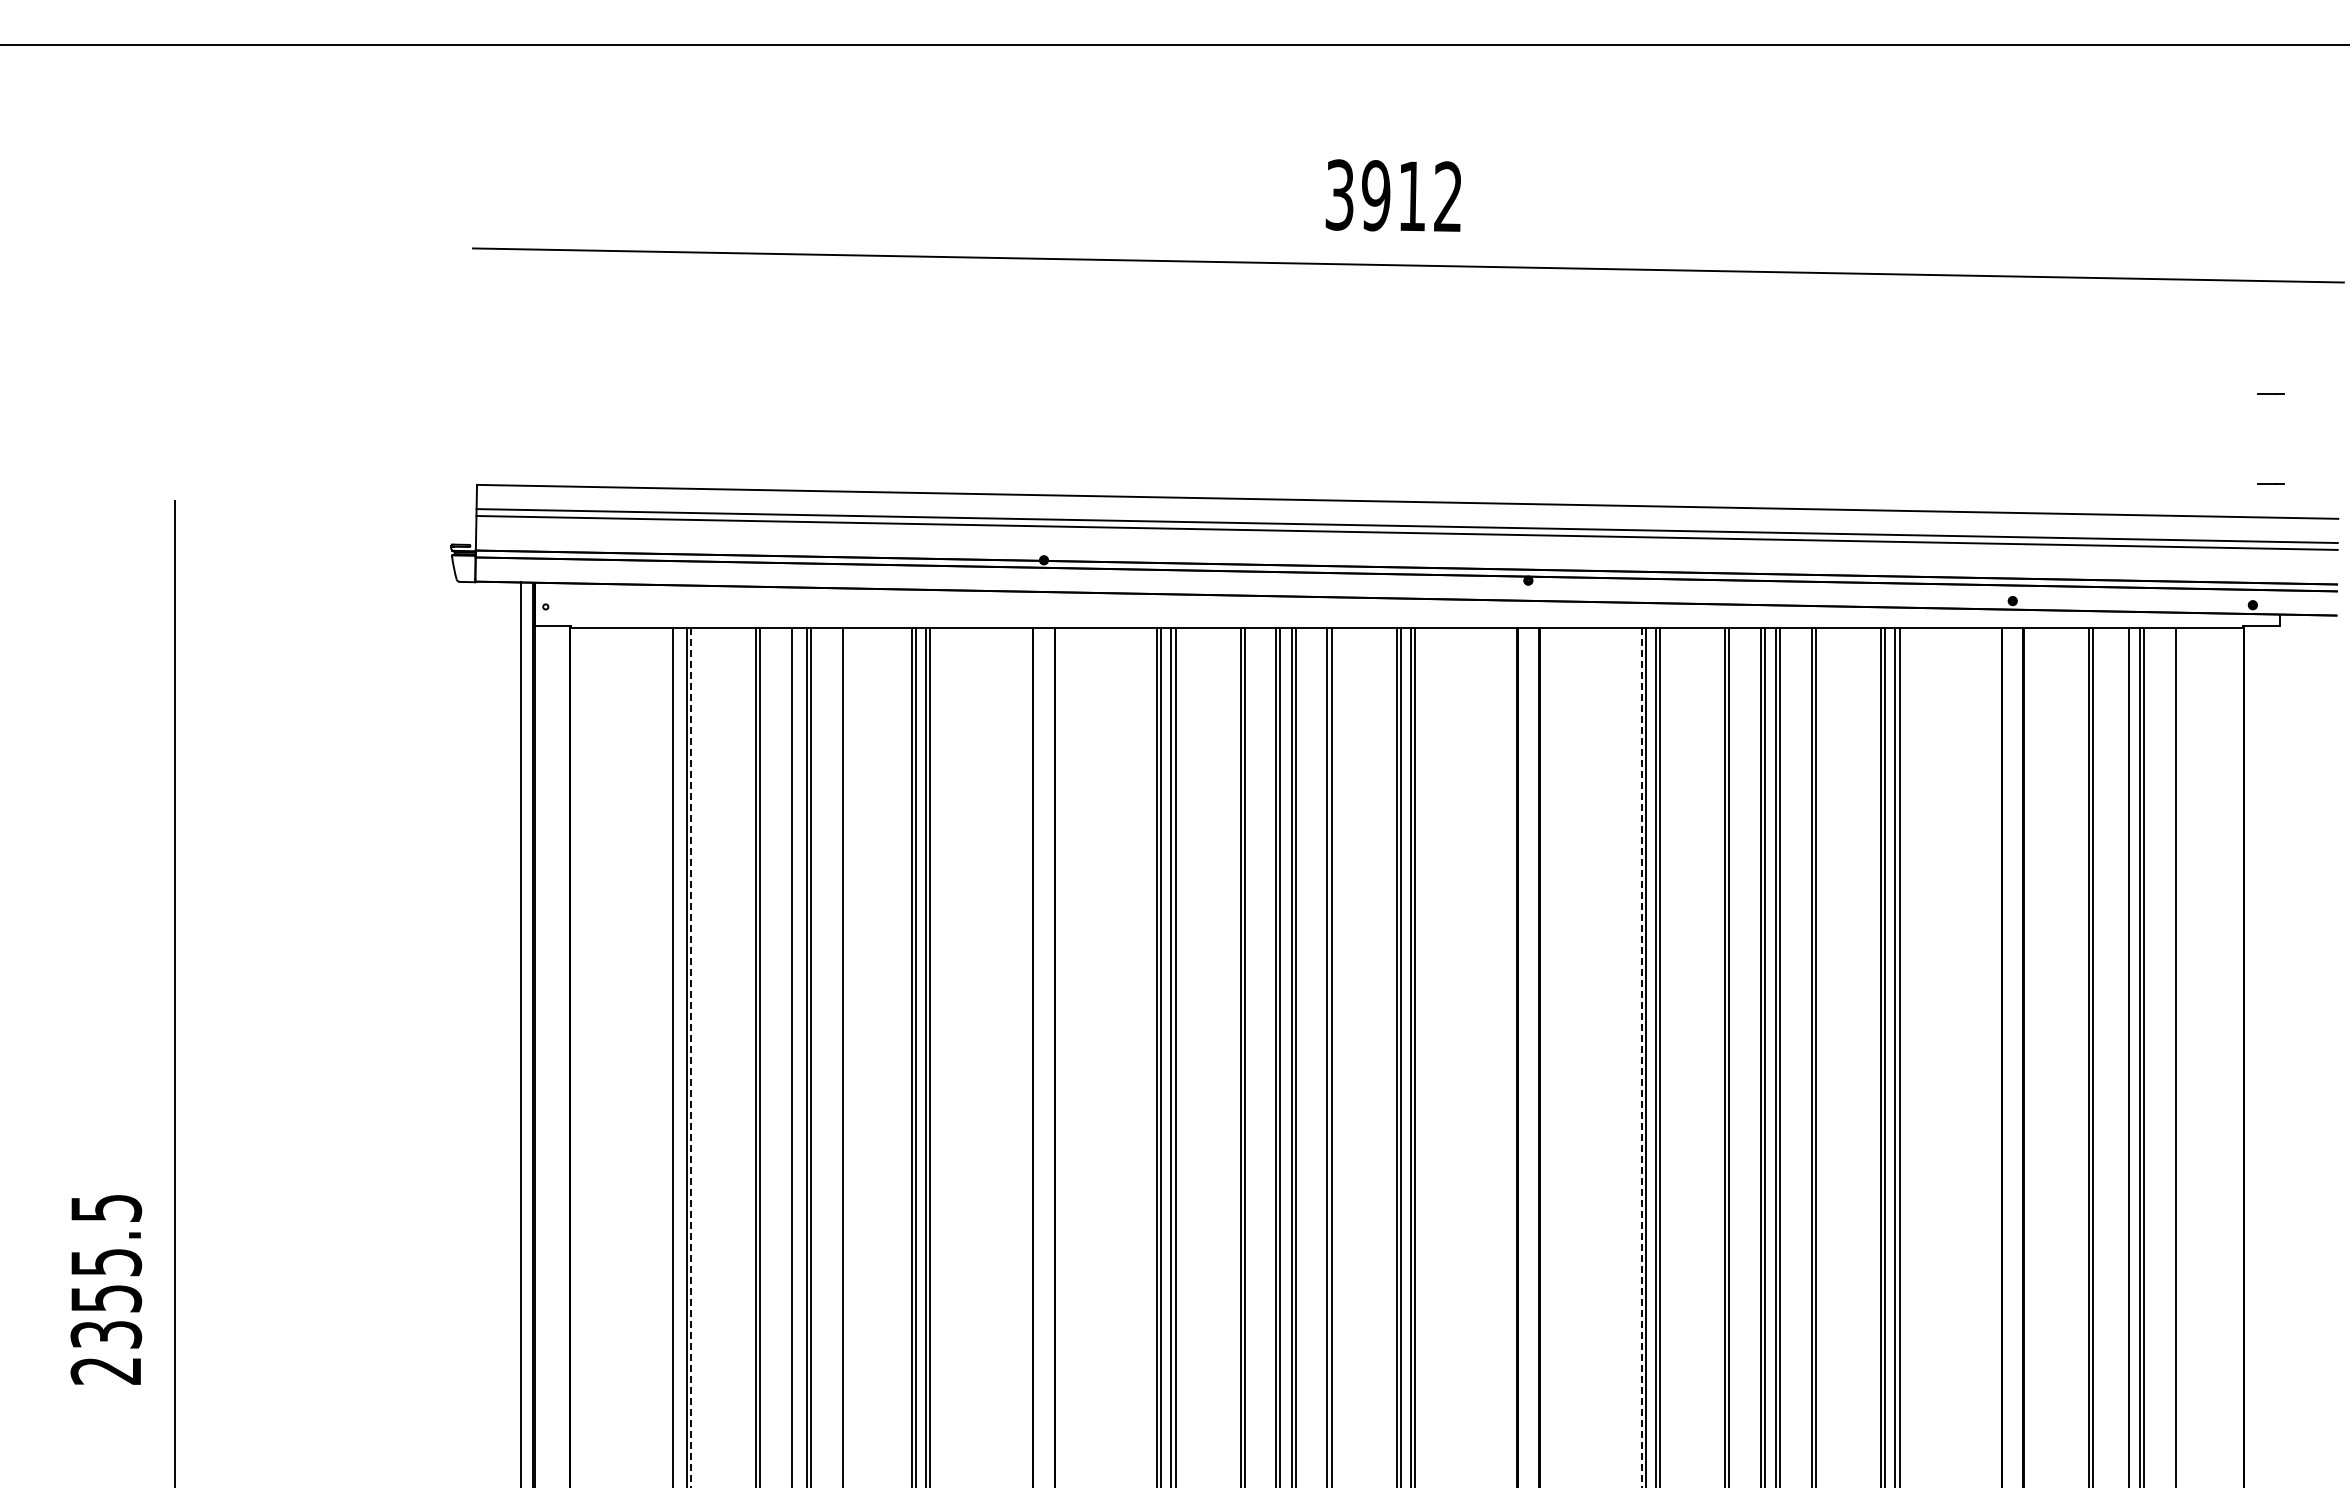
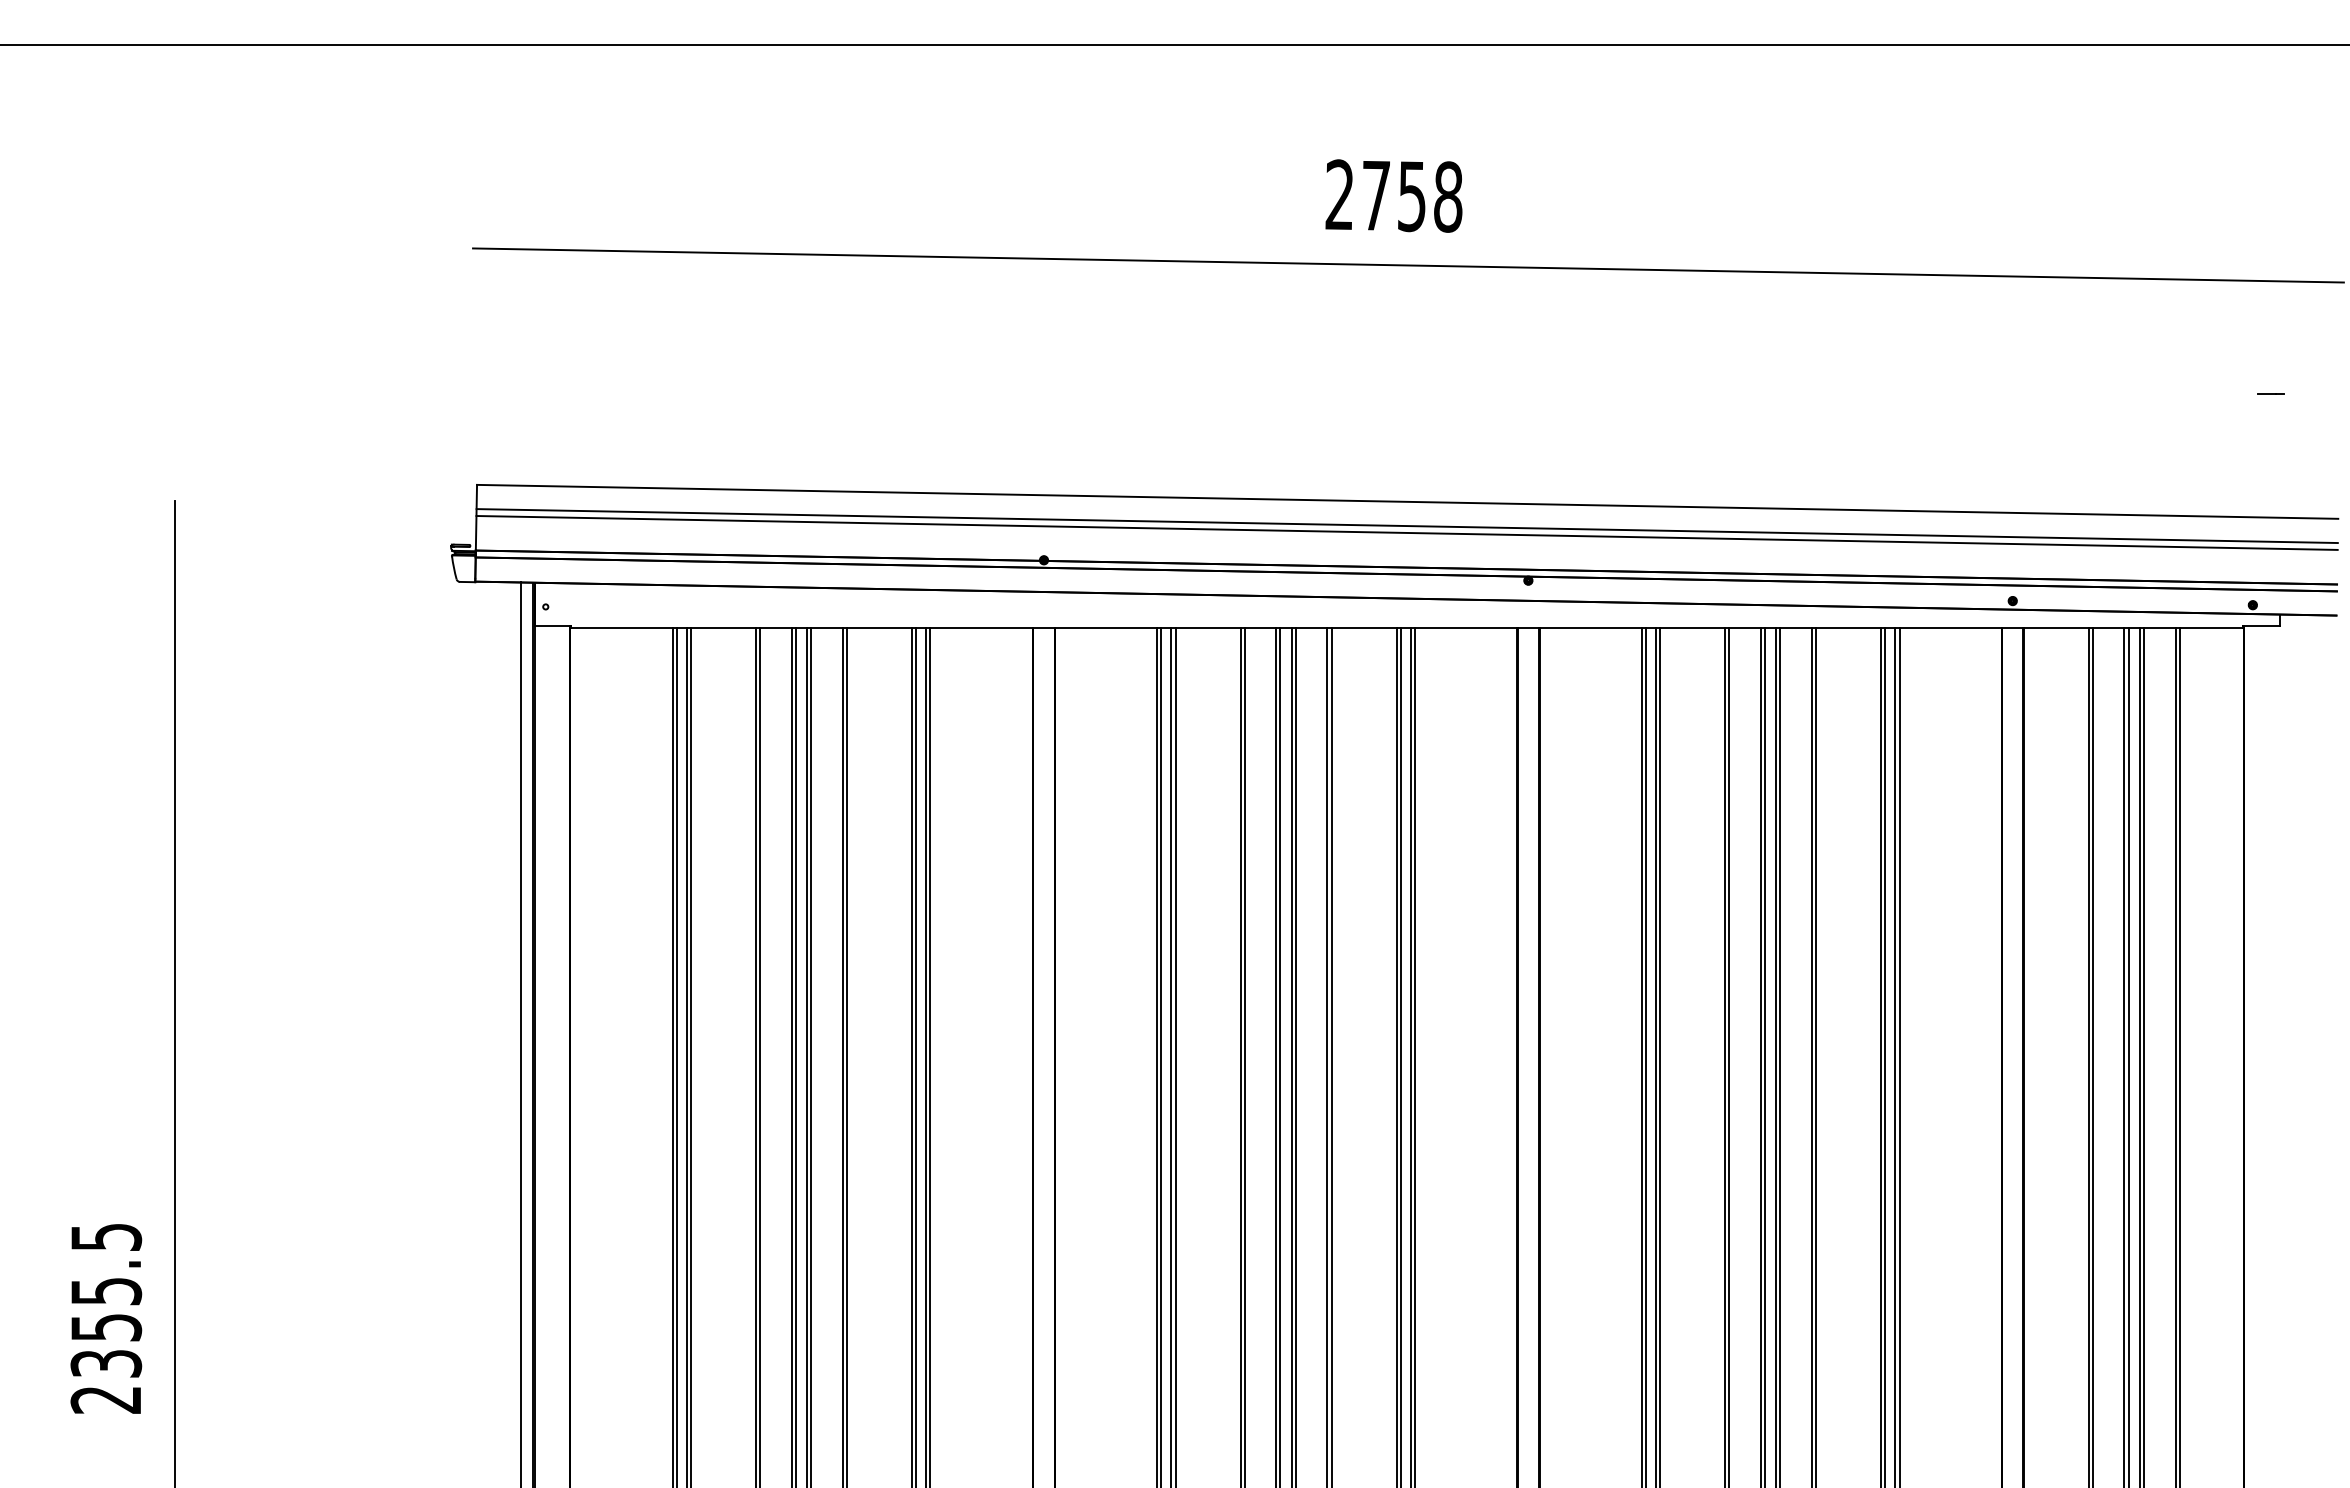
text at (1393, 195): 3912 -> 2758
line at (2270, 483): present -> none
line at (676, 1055): none -> present
line at (795, 1055): none -> present
line at (846, 1055): none -> present
line at (2124, 1055): none -> present
line at (2179, 1055): none -> present
line at (691, 1057): dashed -> solid
line at (1641, 1057): dashed -> solid
text at (106, 1289) position: (106, 1289) -> (106, 1318)
